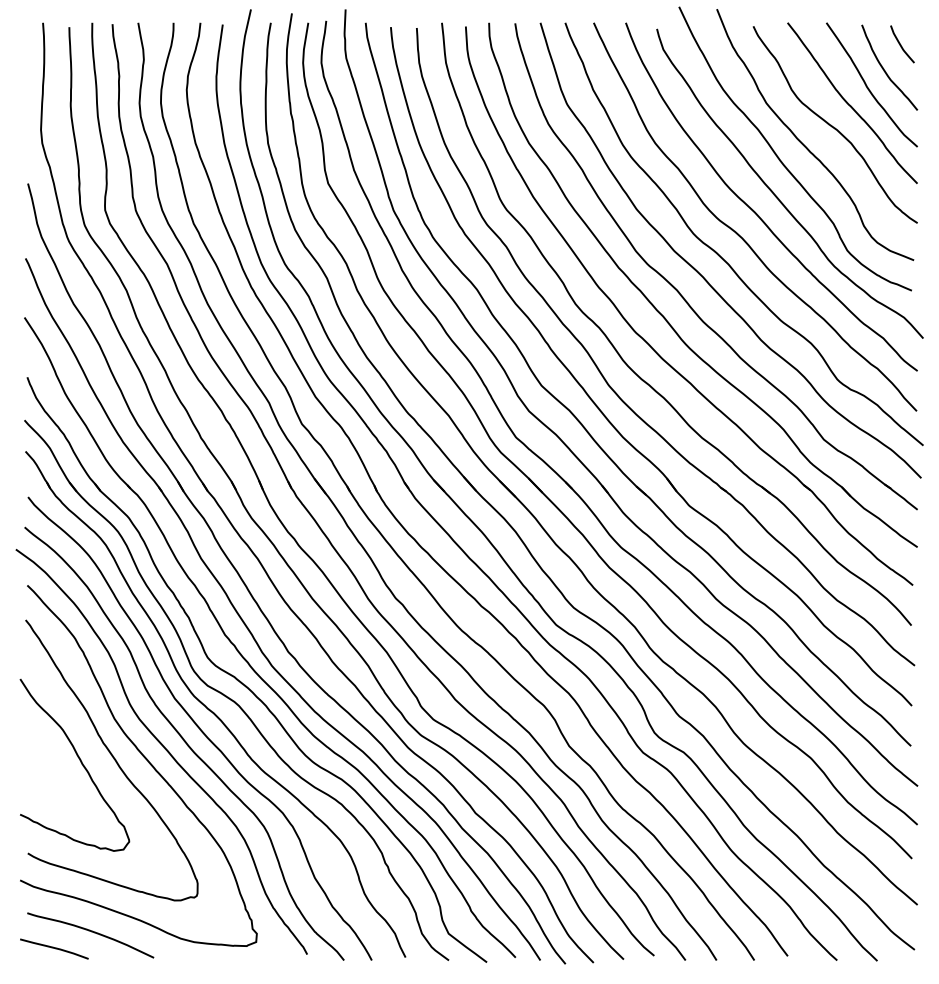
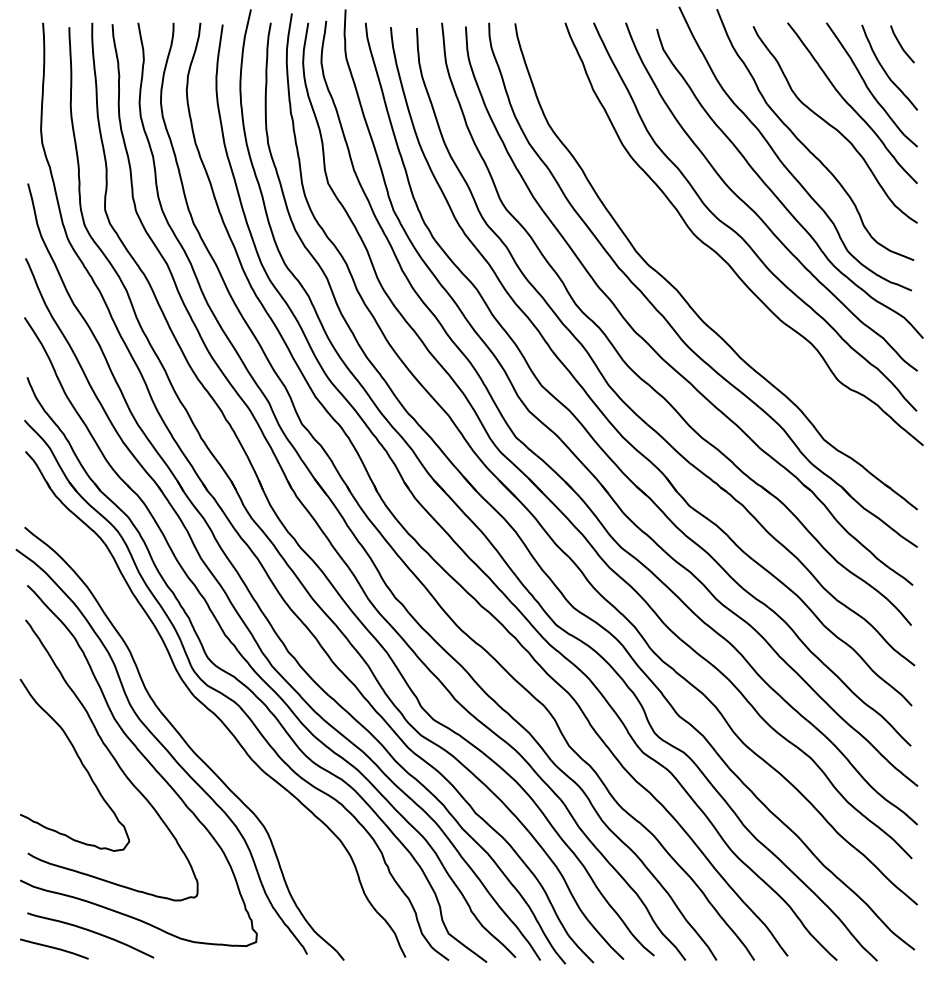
curve at (703, 276): present -> none
curve at (199, 728): present -> none
